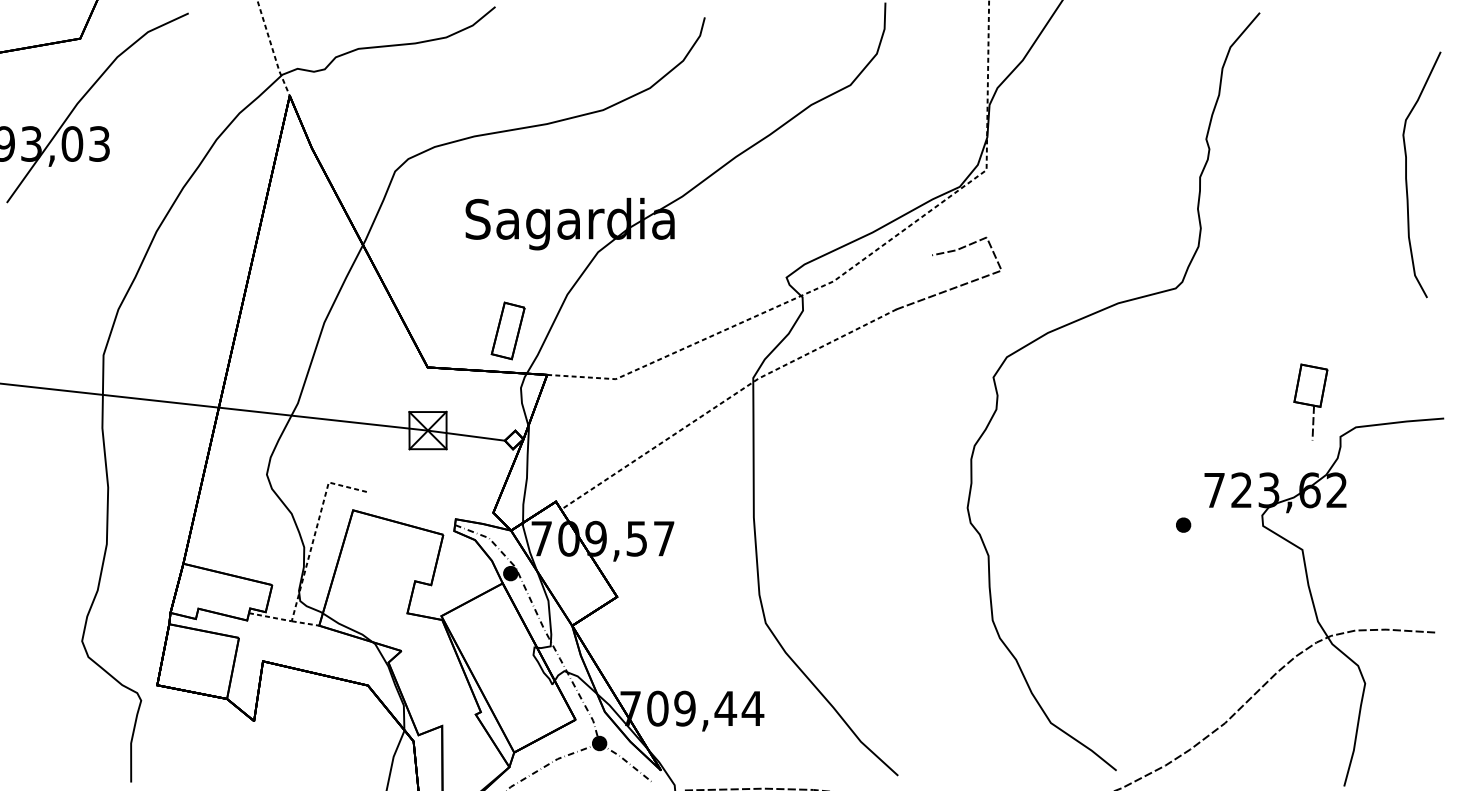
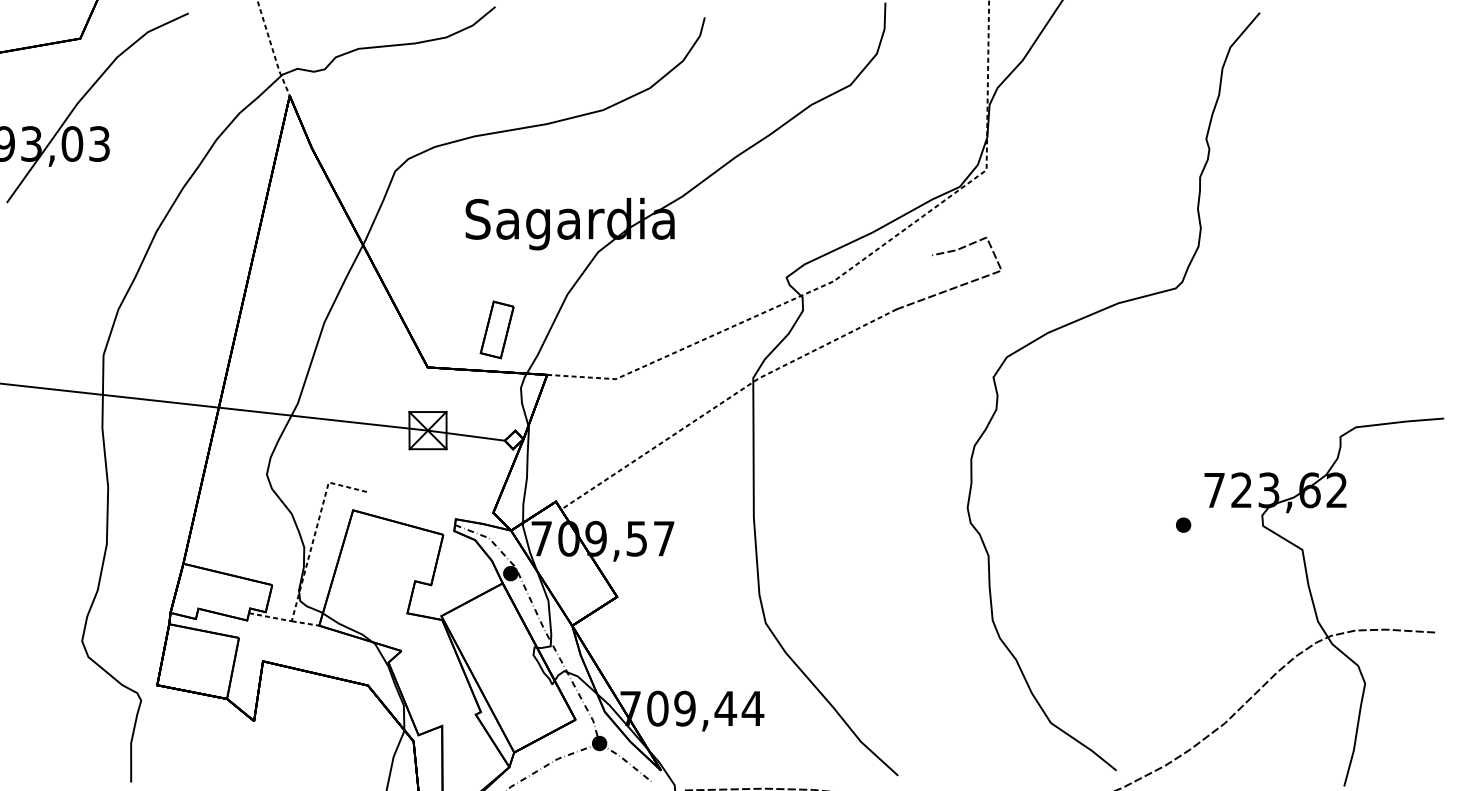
curve at (1406, 174): present -> none
part at (507, 330) position: (507, 330) -> (496, 329)
part at (1310, 401): present -> none
